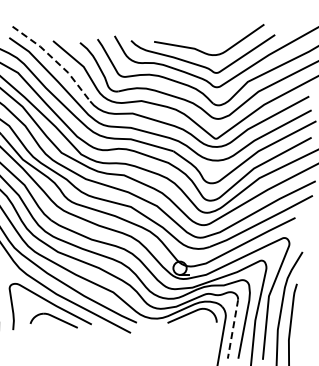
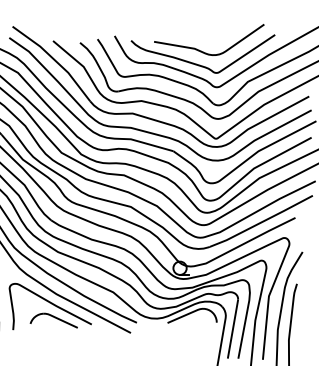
line at (54, 60): dashed -> solid
line at (233, 328): dashed -> solid
